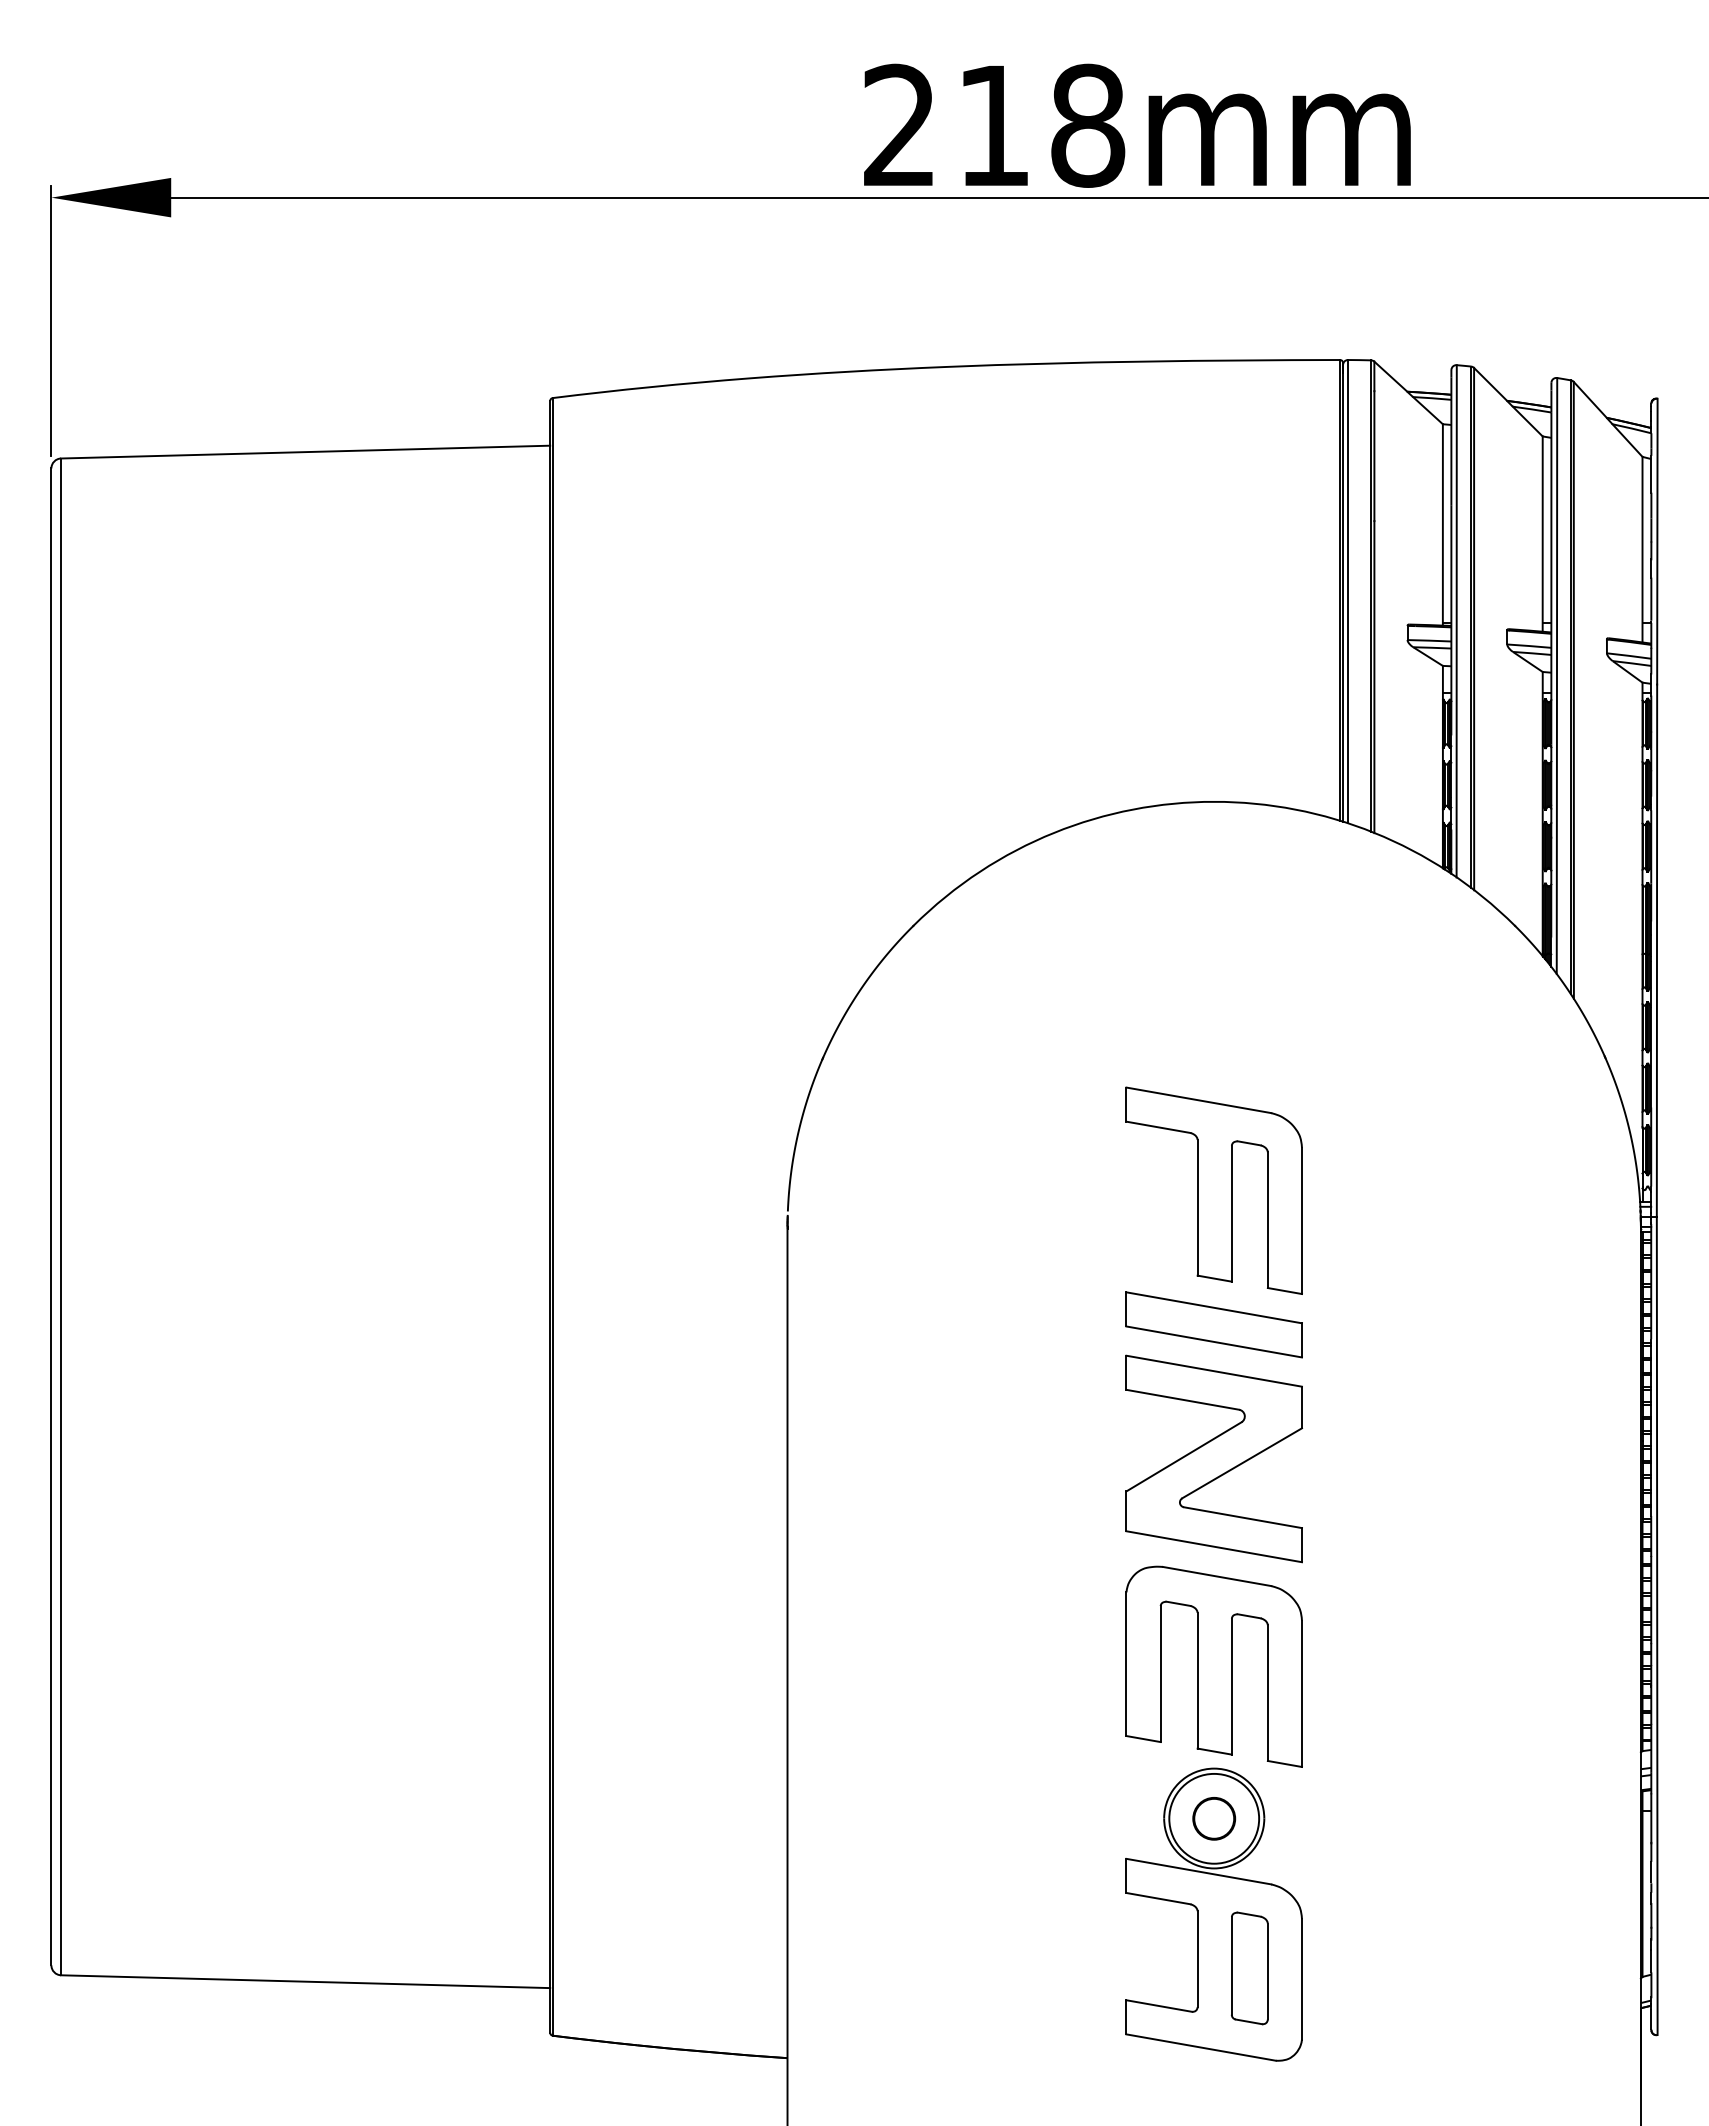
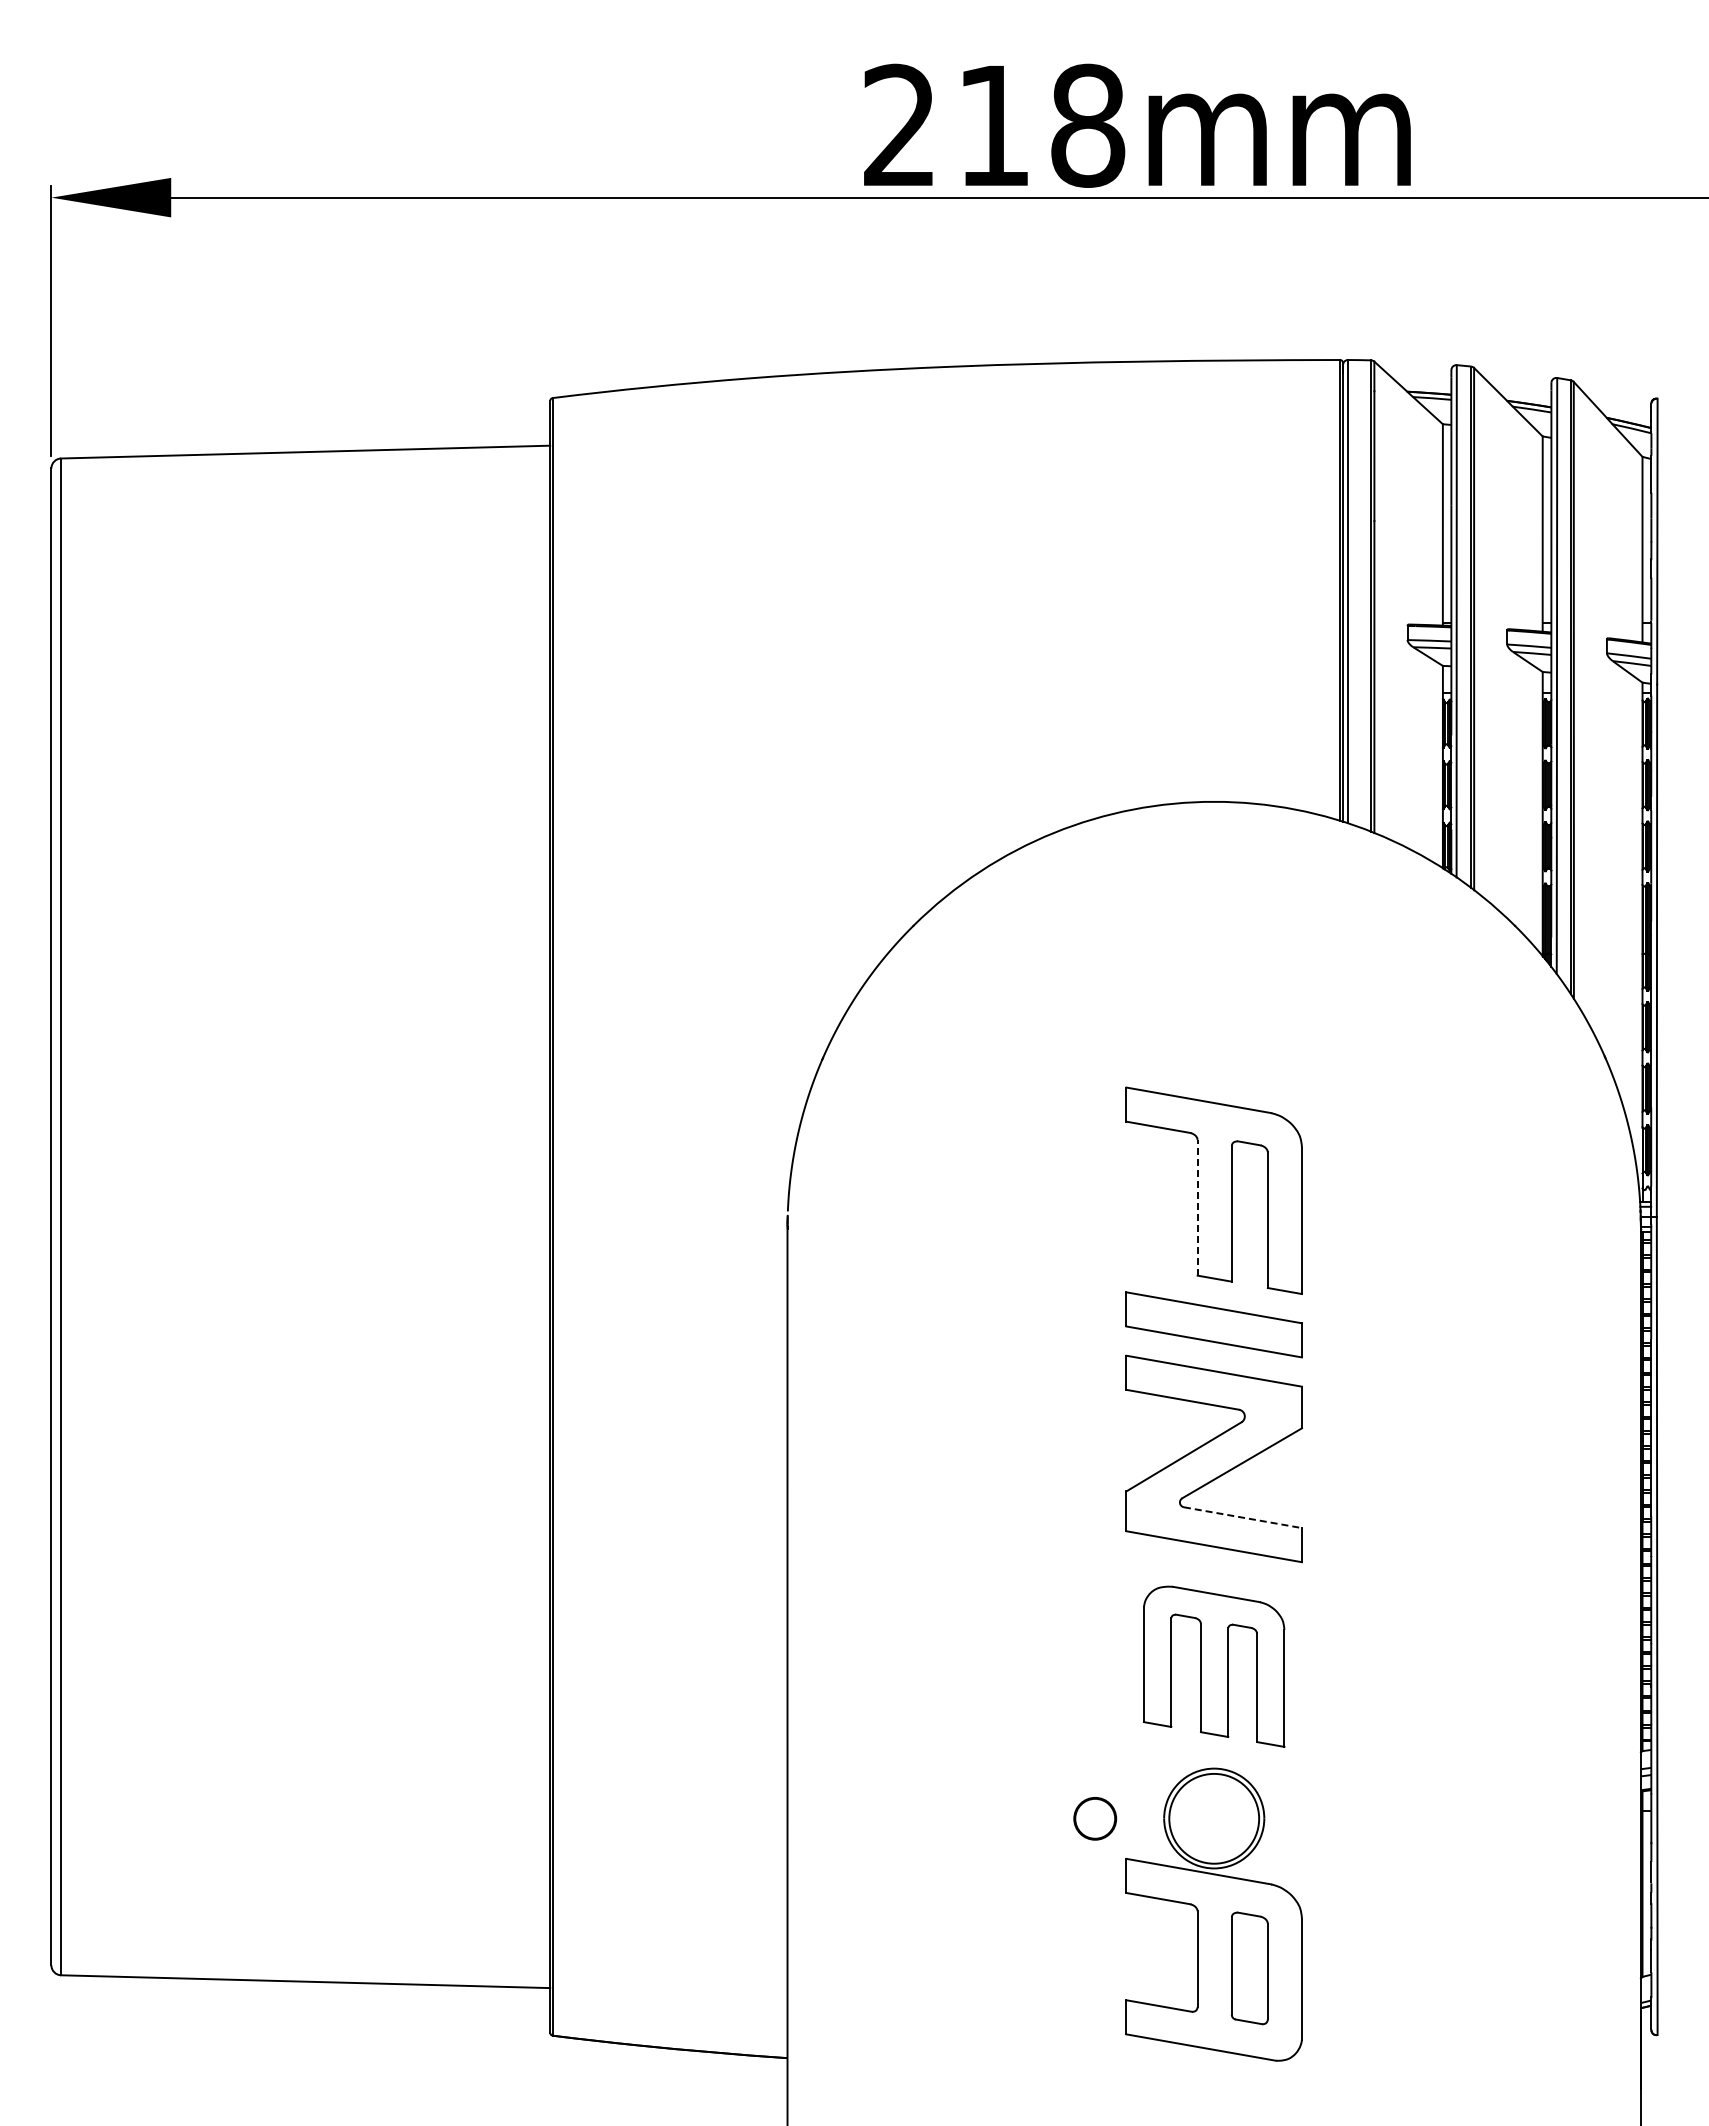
line at (1197, 1207): solid -> dashed
line at (1242, 1517): solid -> dashed
part at (1213, 1666) size: 178x203 px -> 143x163 px
part at (1214, 1818) position: (1214, 1818) -> (1095, 1818)
